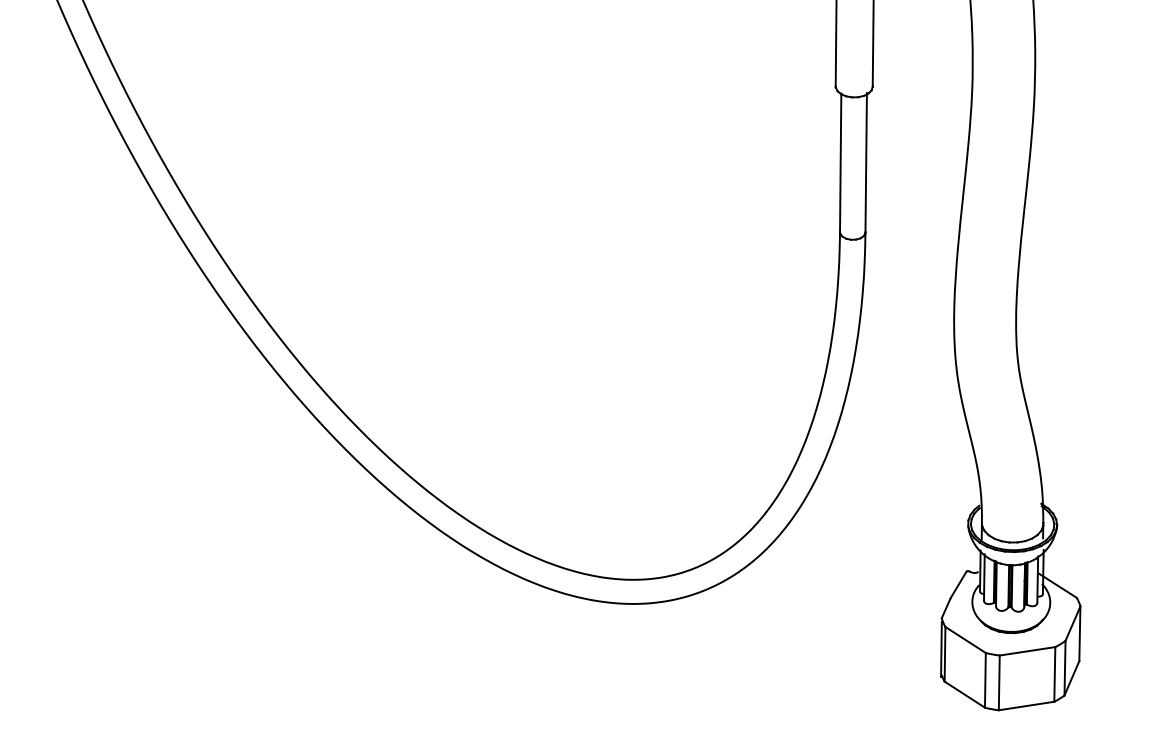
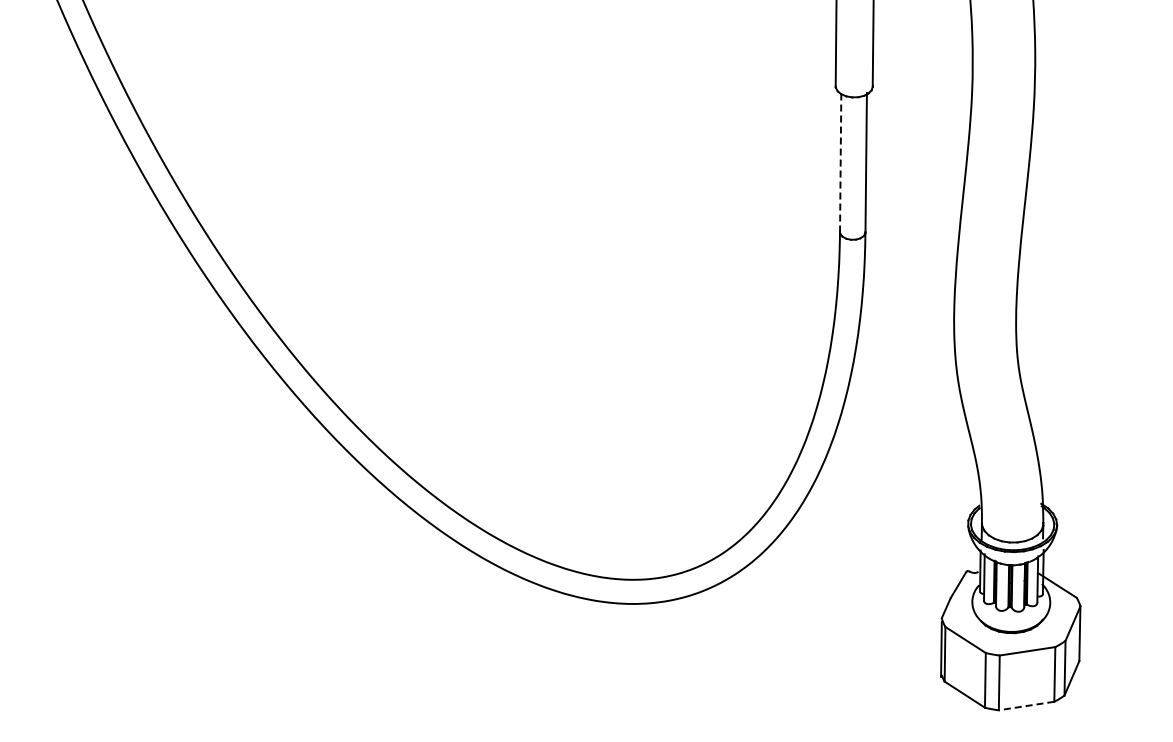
line at (840, 163): solid -> dashed
line at (1026, 706): solid -> dashed
